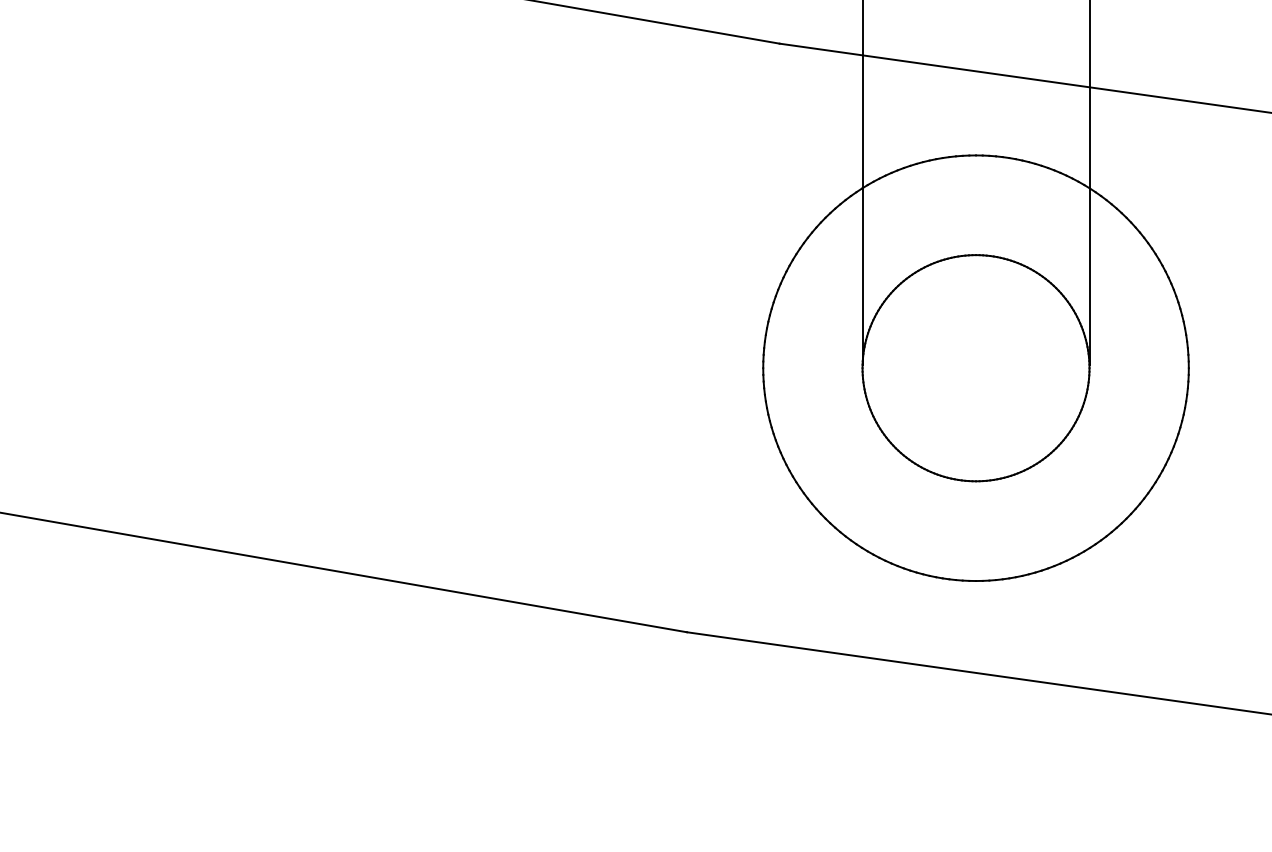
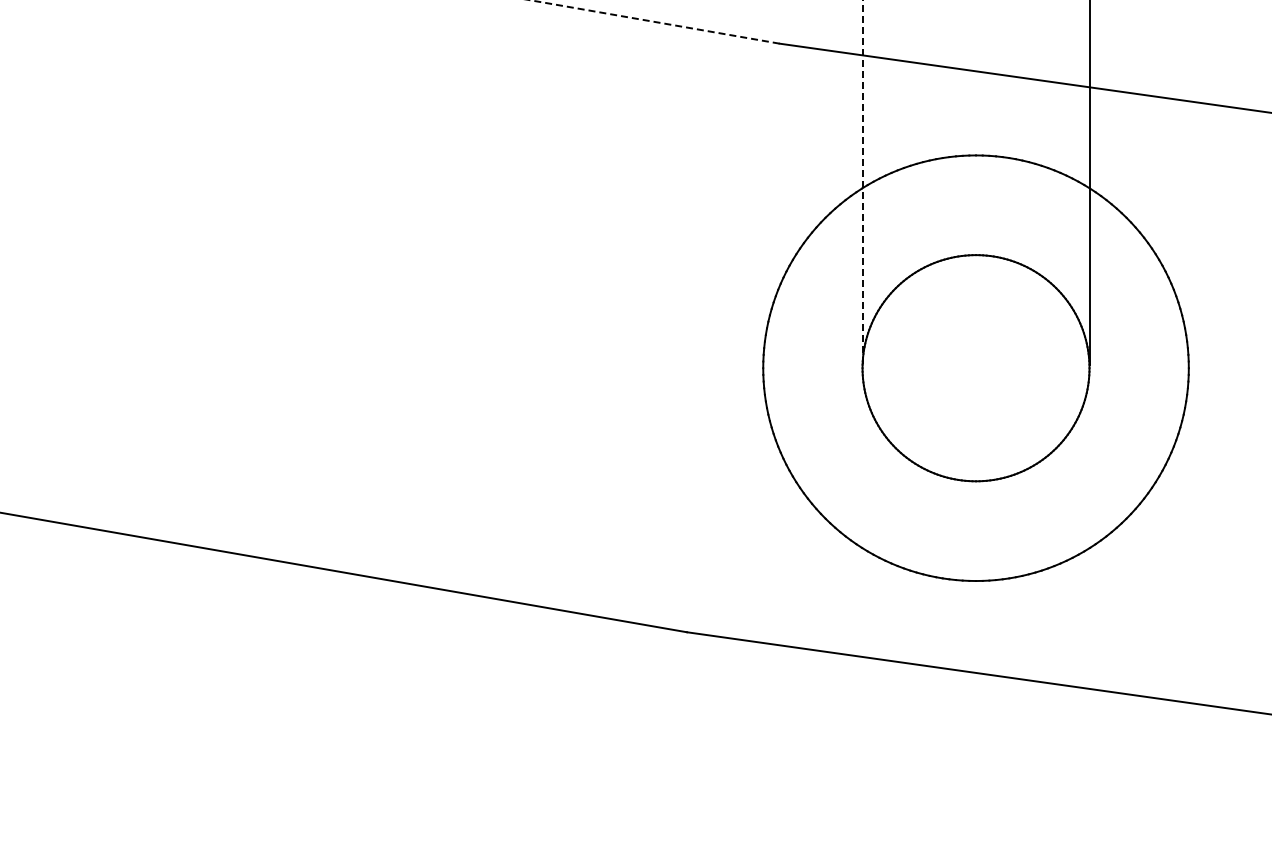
line at (654, 21): solid -> dashed
line at (862, 182): solid -> dashed
